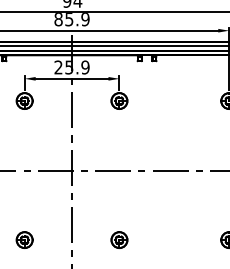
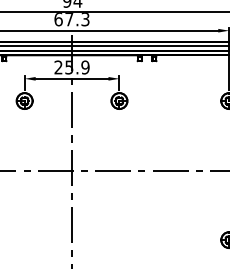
text at (71, 19): 85.9 -> 67.3
part at (24, 239): present -> none
part at (119, 239): present -> none
